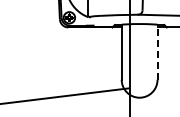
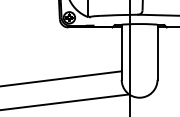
line at (157, 52): dashed -> solid
line at (61, 78): none -> present
line at (65, 95) position: (65, 95) -> (65, 101)
